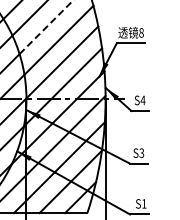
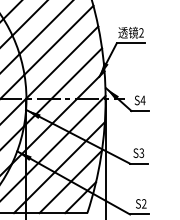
line at (46, 26): dashed -> solid
text at (141, 32): 8 -> 2
text at (144, 203): S1 -> S2
